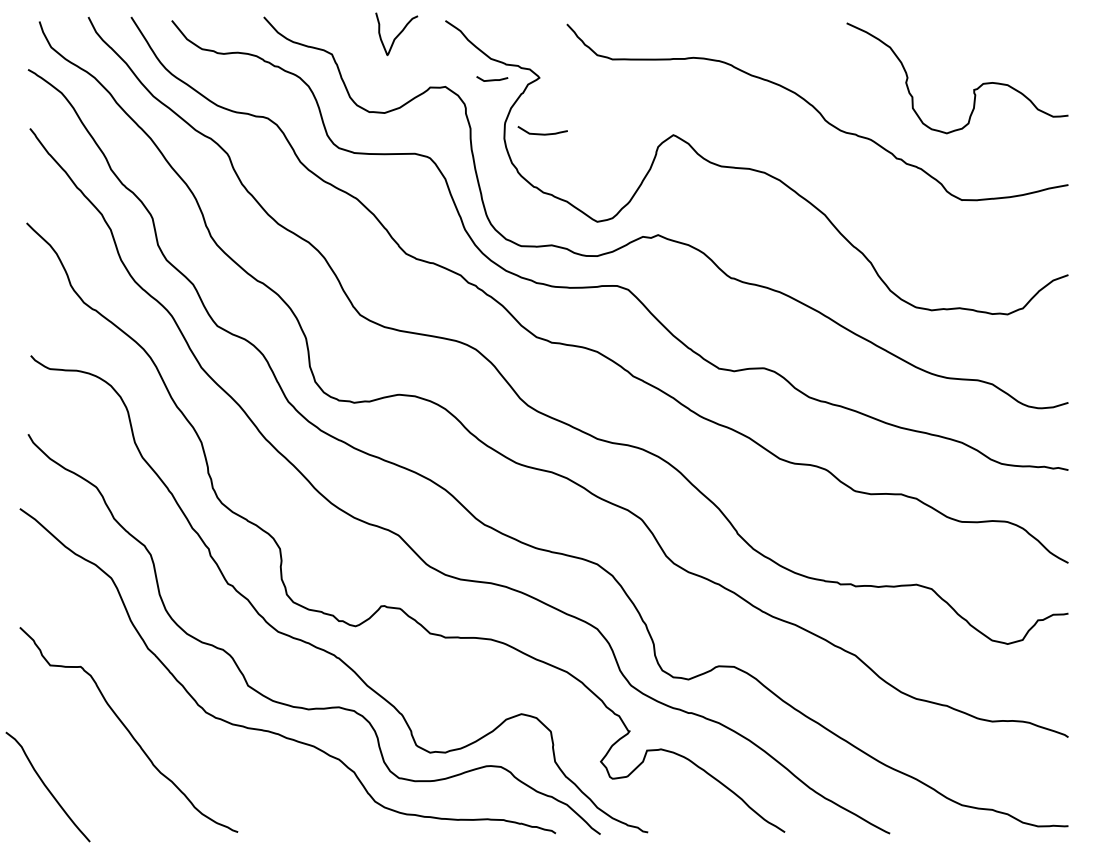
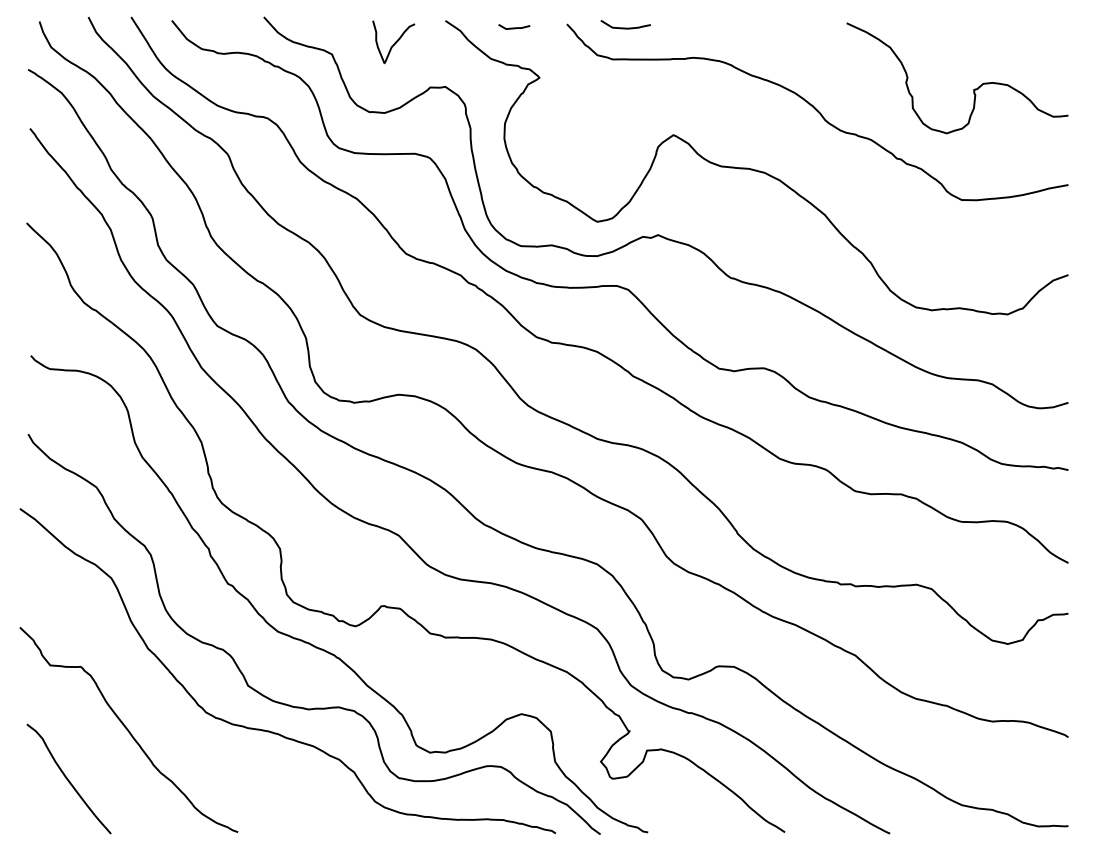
curve at (397, 34) position: (397, 34) -> (394, 42)
line at (492, 79) position: (492, 79) -> (514, 27)
curve at (542, 133) position: (542, 133) -> (625, 27)
curve at (47, 786) position: (47, 786) -> (68, 778)
